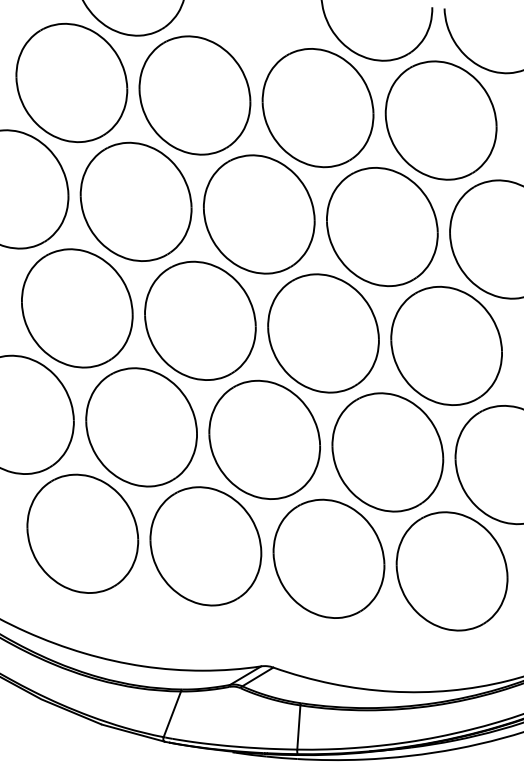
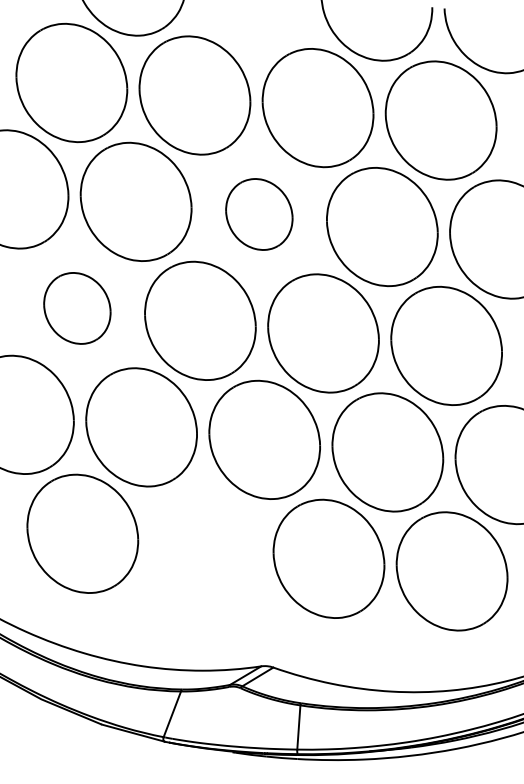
part at (259, 214) size: 113x121 px -> 69x73 px
part at (77, 308) size: 113x121 px -> 69x73 px
part at (205, 546): present -> none
